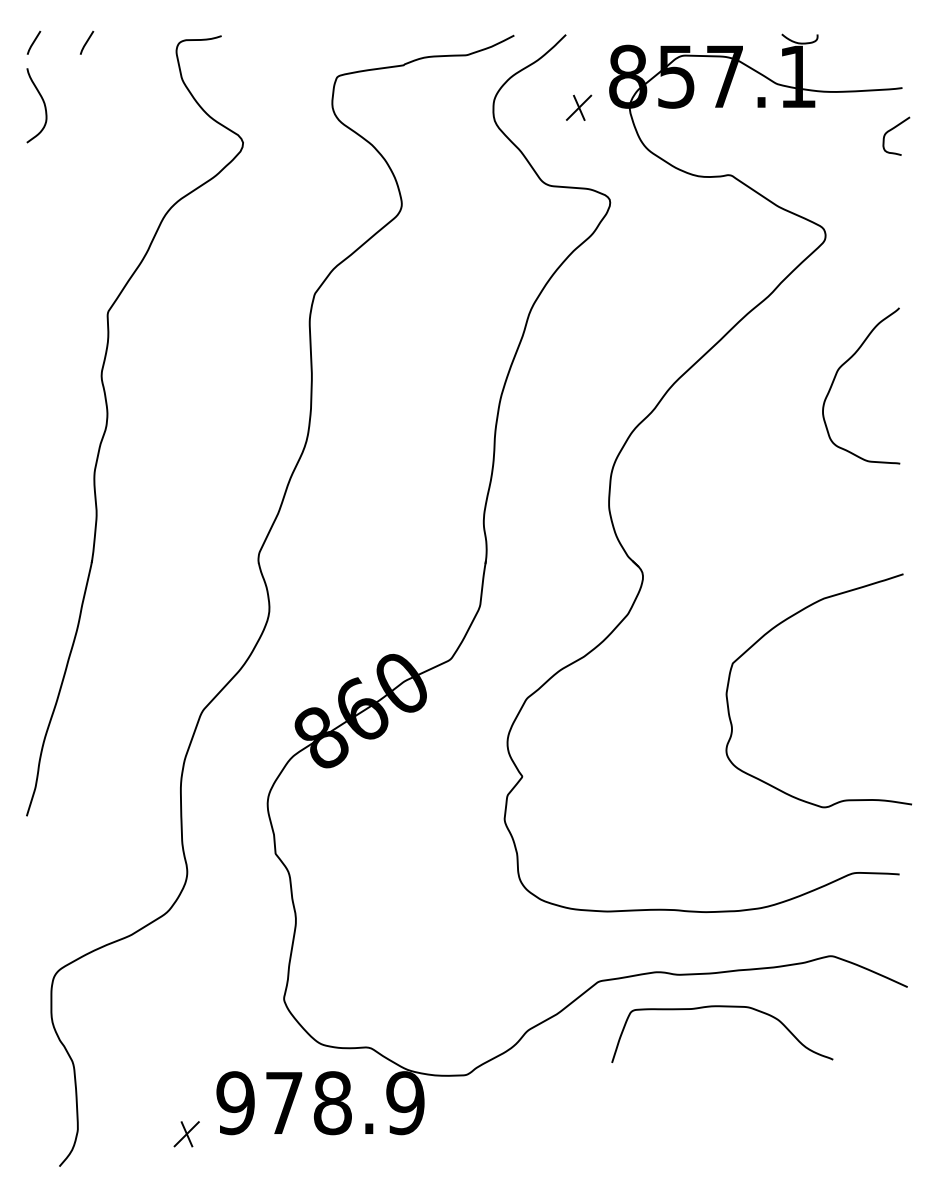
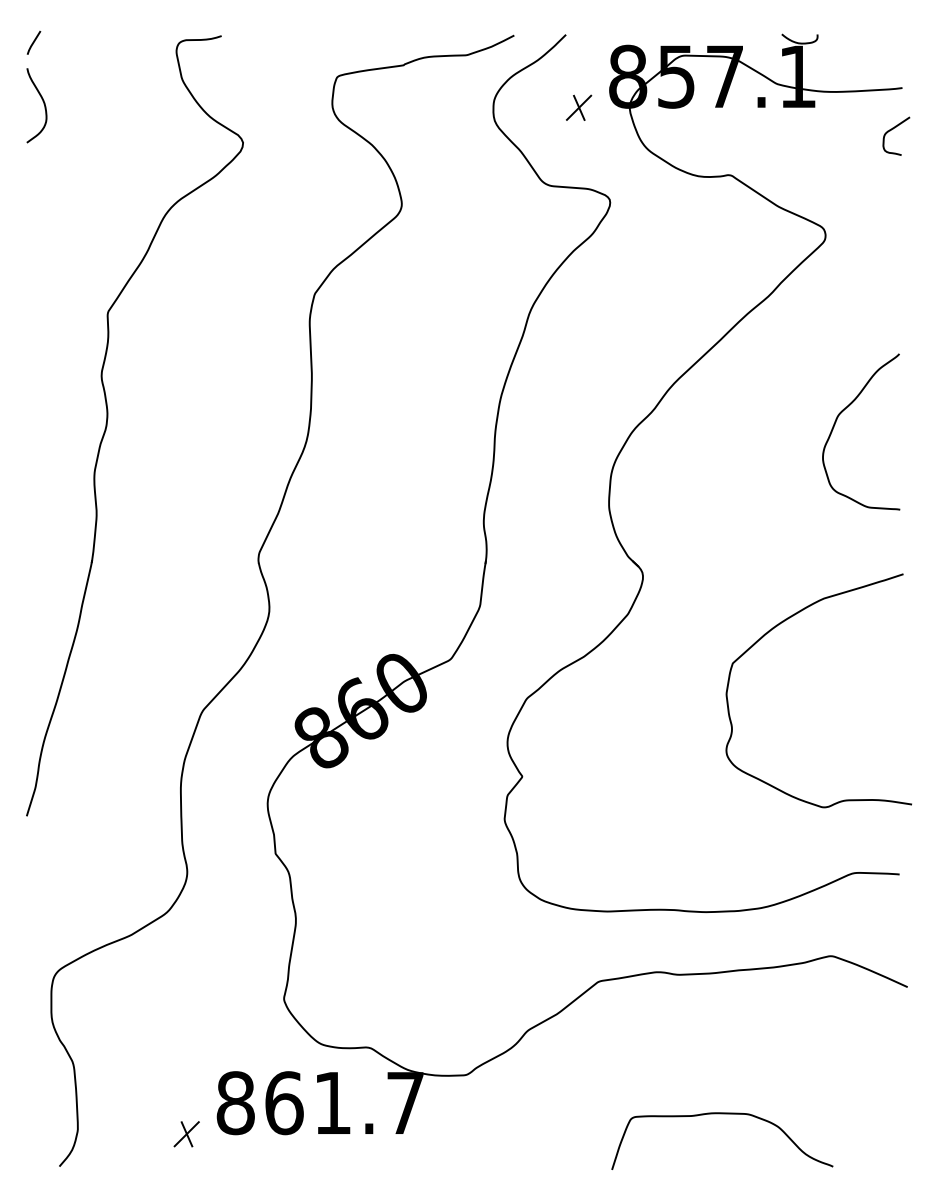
line at (86, 42): present -> none
curve at (836, 376) position: (836, 376) -> (836, 422)
curve at (722, 1007) position: (722, 1007) -> (722, 1114)
text at (320, 1103): 978.9 -> 861.7
